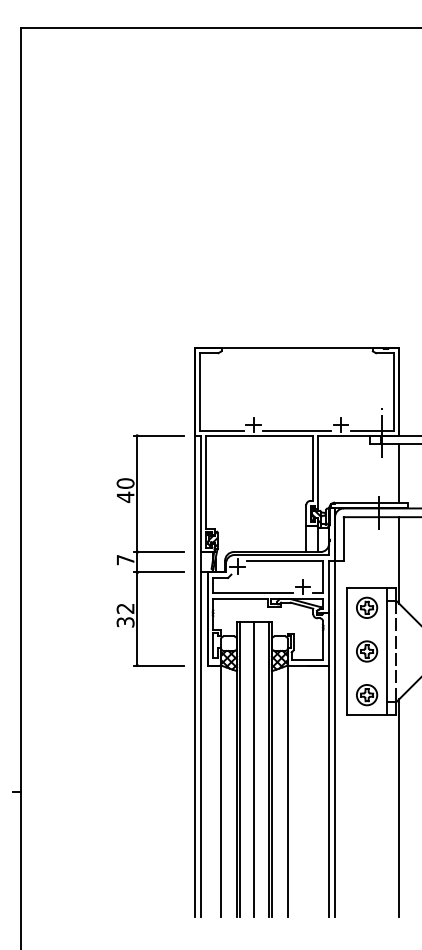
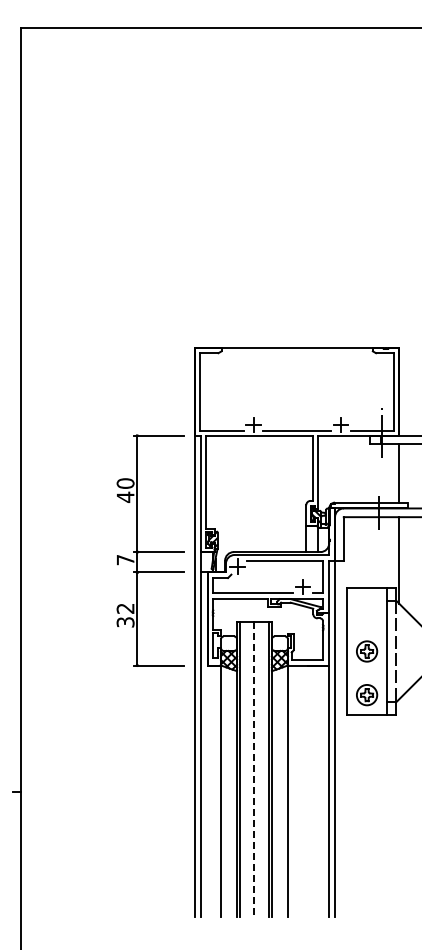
part at (367, 607): present -> none
line at (254, 769): solid -> dashed
line at (399, 808): present -> none
